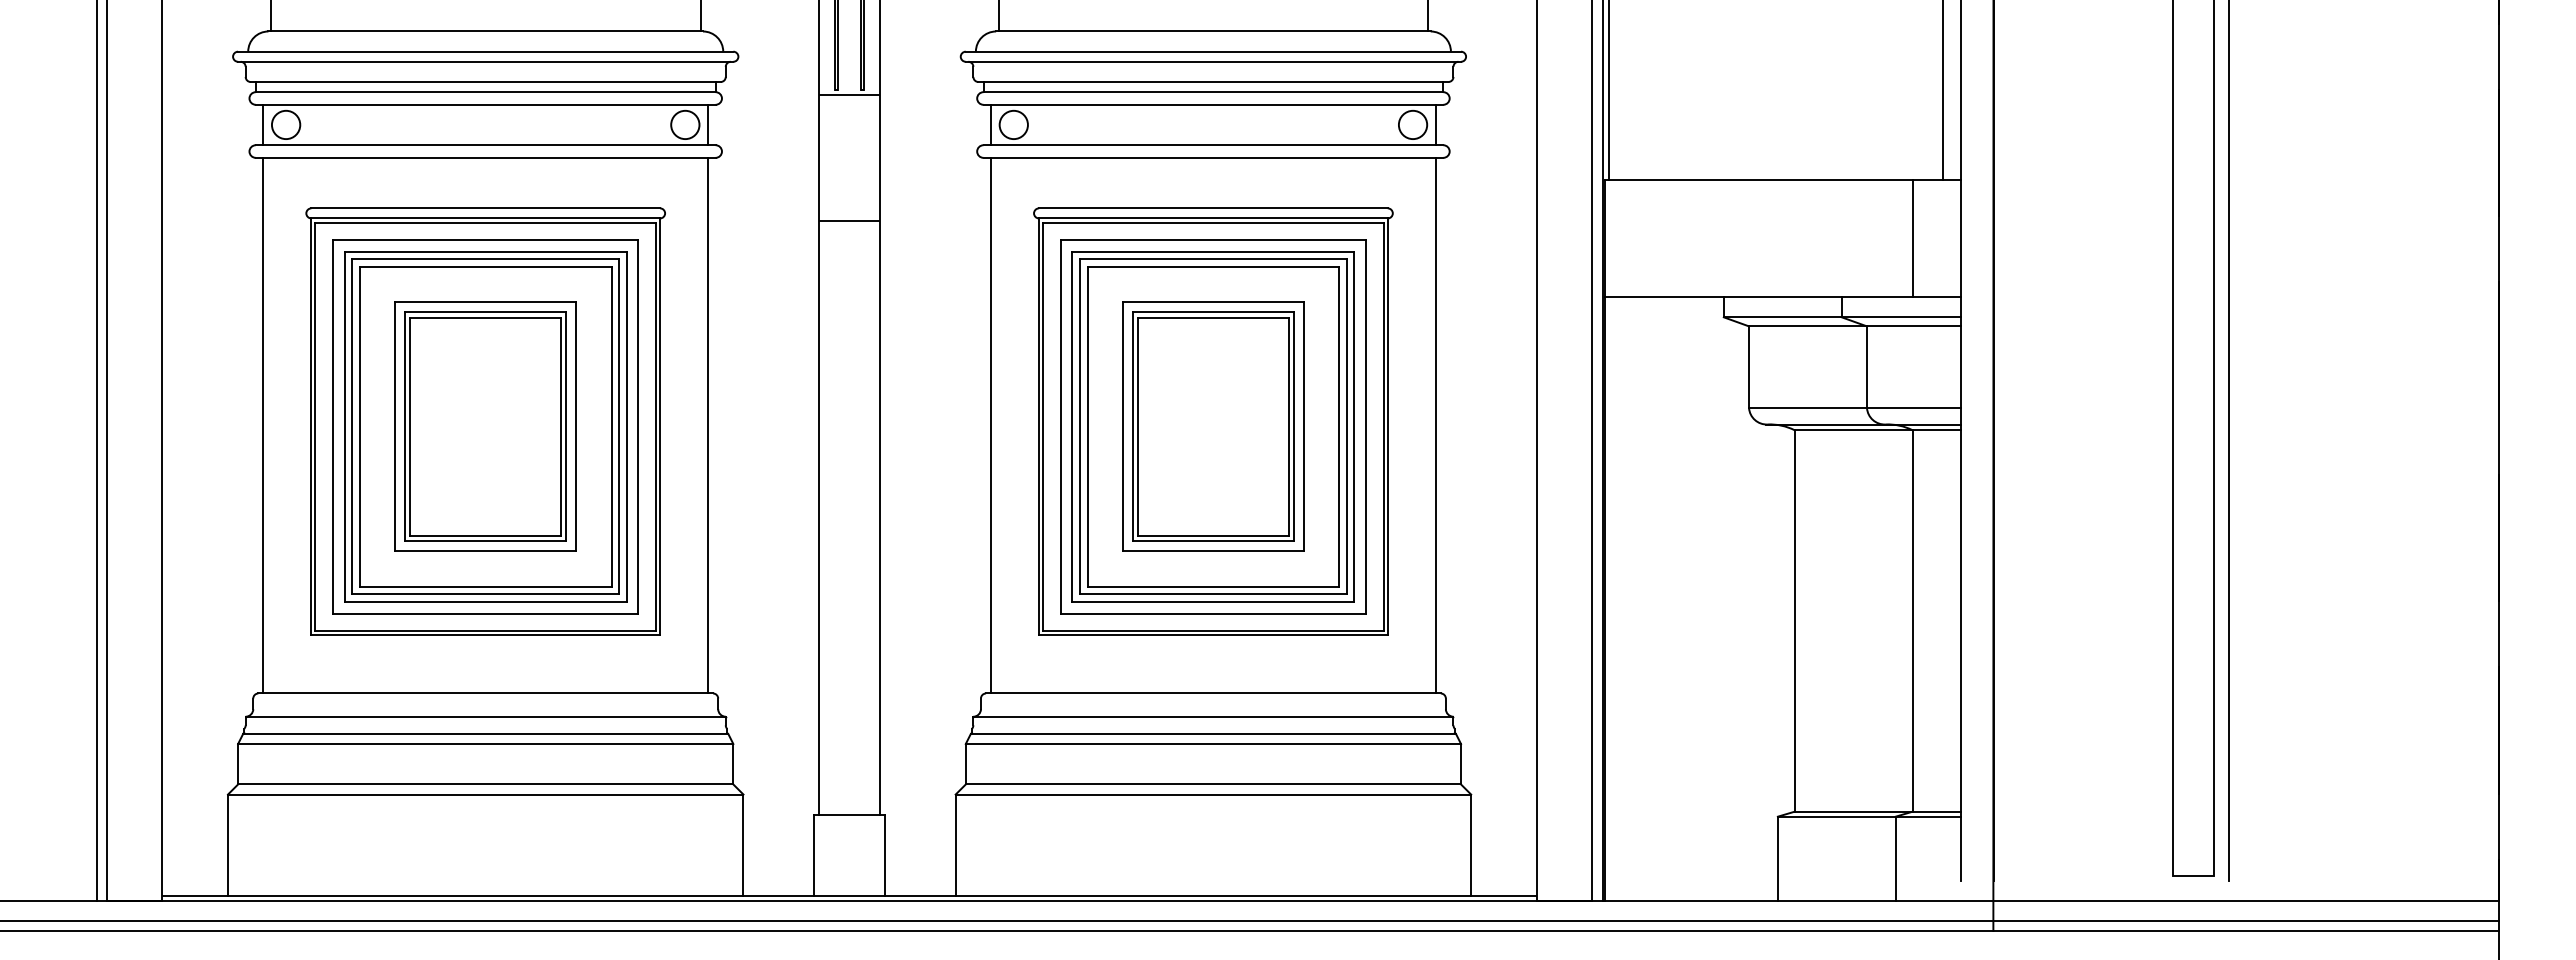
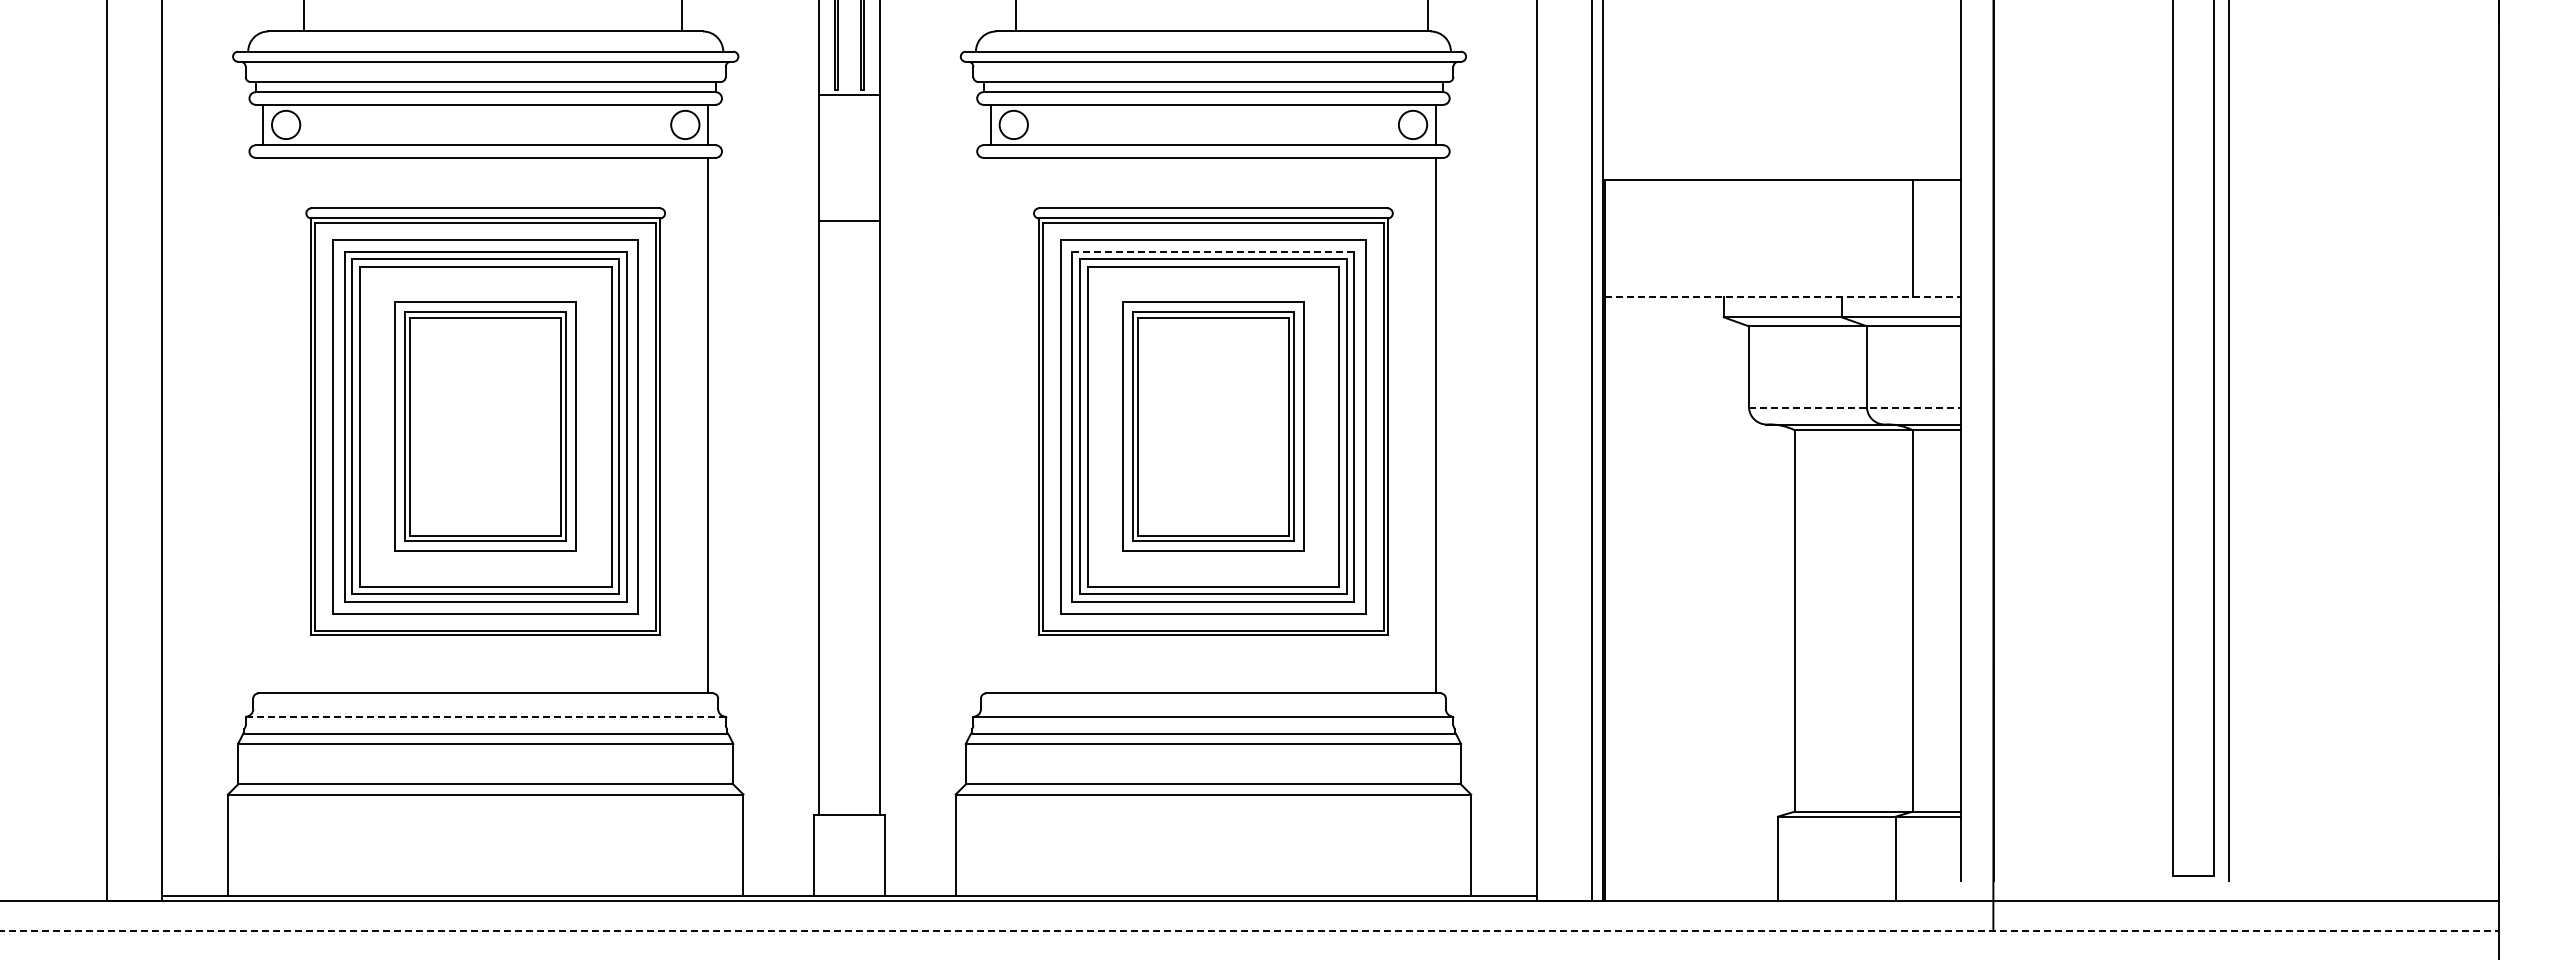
line at (270, 16) position: (270, 16) -> (303, 16)
line at (700, 16) position: (700, 16) -> (681, 16)
line at (998, 16) position: (998, 16) -> (1015, 16)
line at (1609, 91): present -> none
line at (1942, 91): present -> none
line at (1213, 251): solid -> dashed
line at (1782, 296): solid -> dashed
line at (1854, 408): solid -> dashed
line at (263, 425): present -> none
line at (991, 425): present -> none
line at (96, 451): present -> none
line at (486, 716): solid -> dashed
line at (1250, 920): present -> none
line at (1250, 931): solid -> dashed
